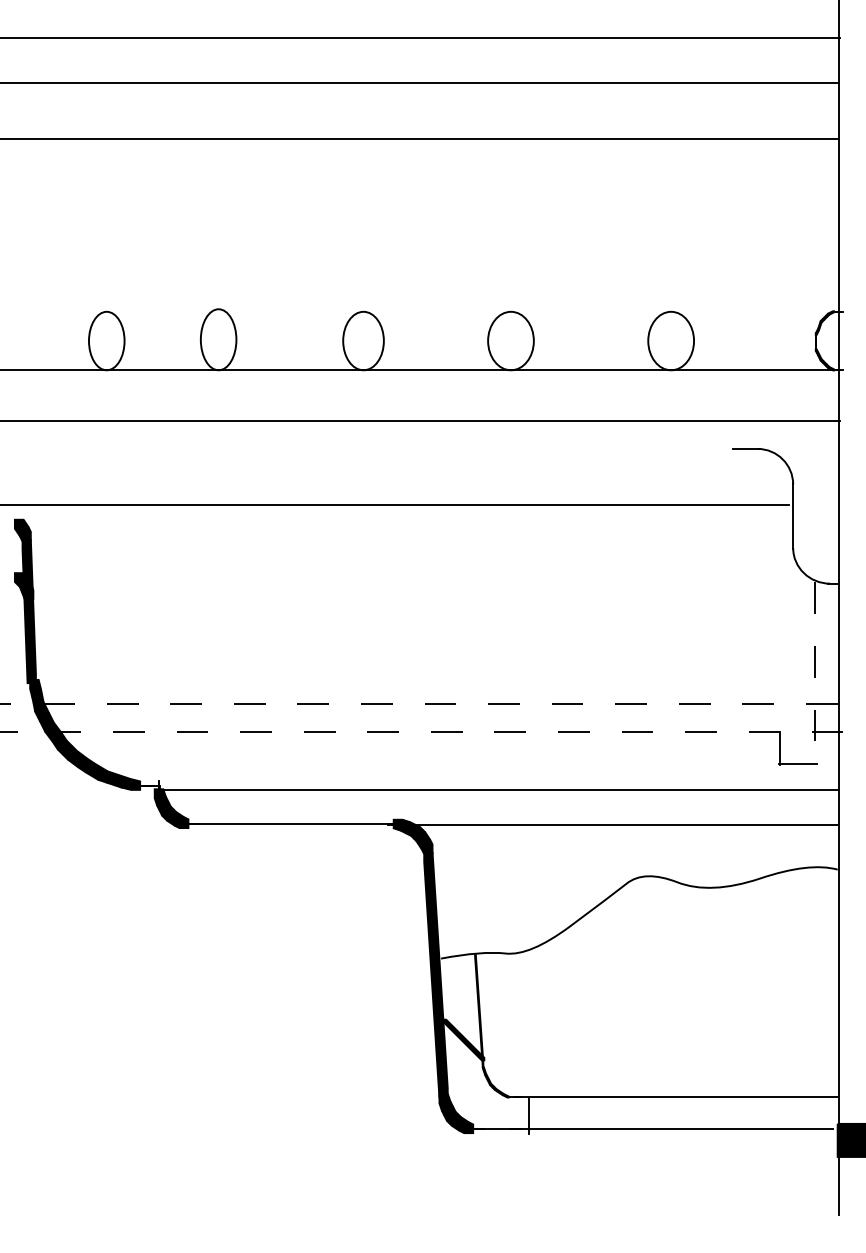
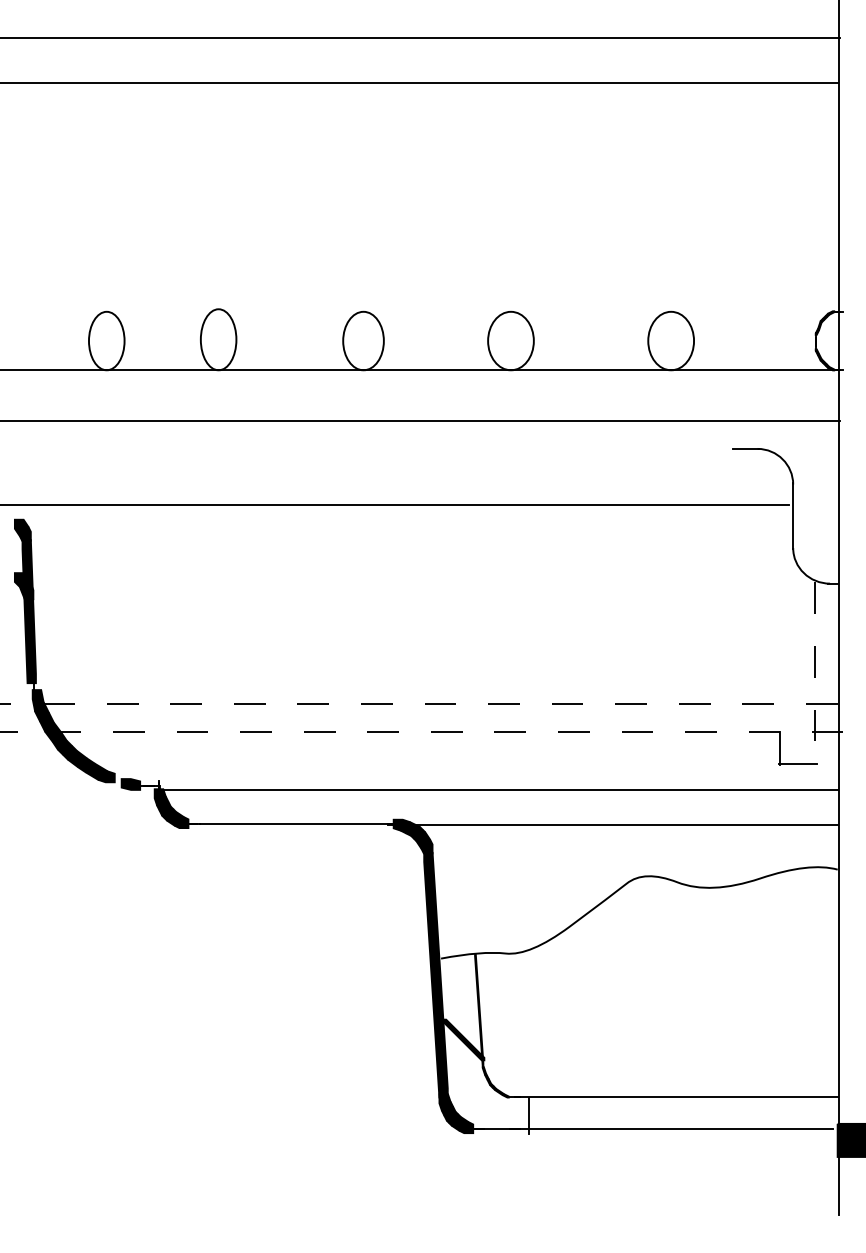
line at (419, 138): present -> none
fill at (35, 688): present -> none
fill at (117, 780): present -> none
